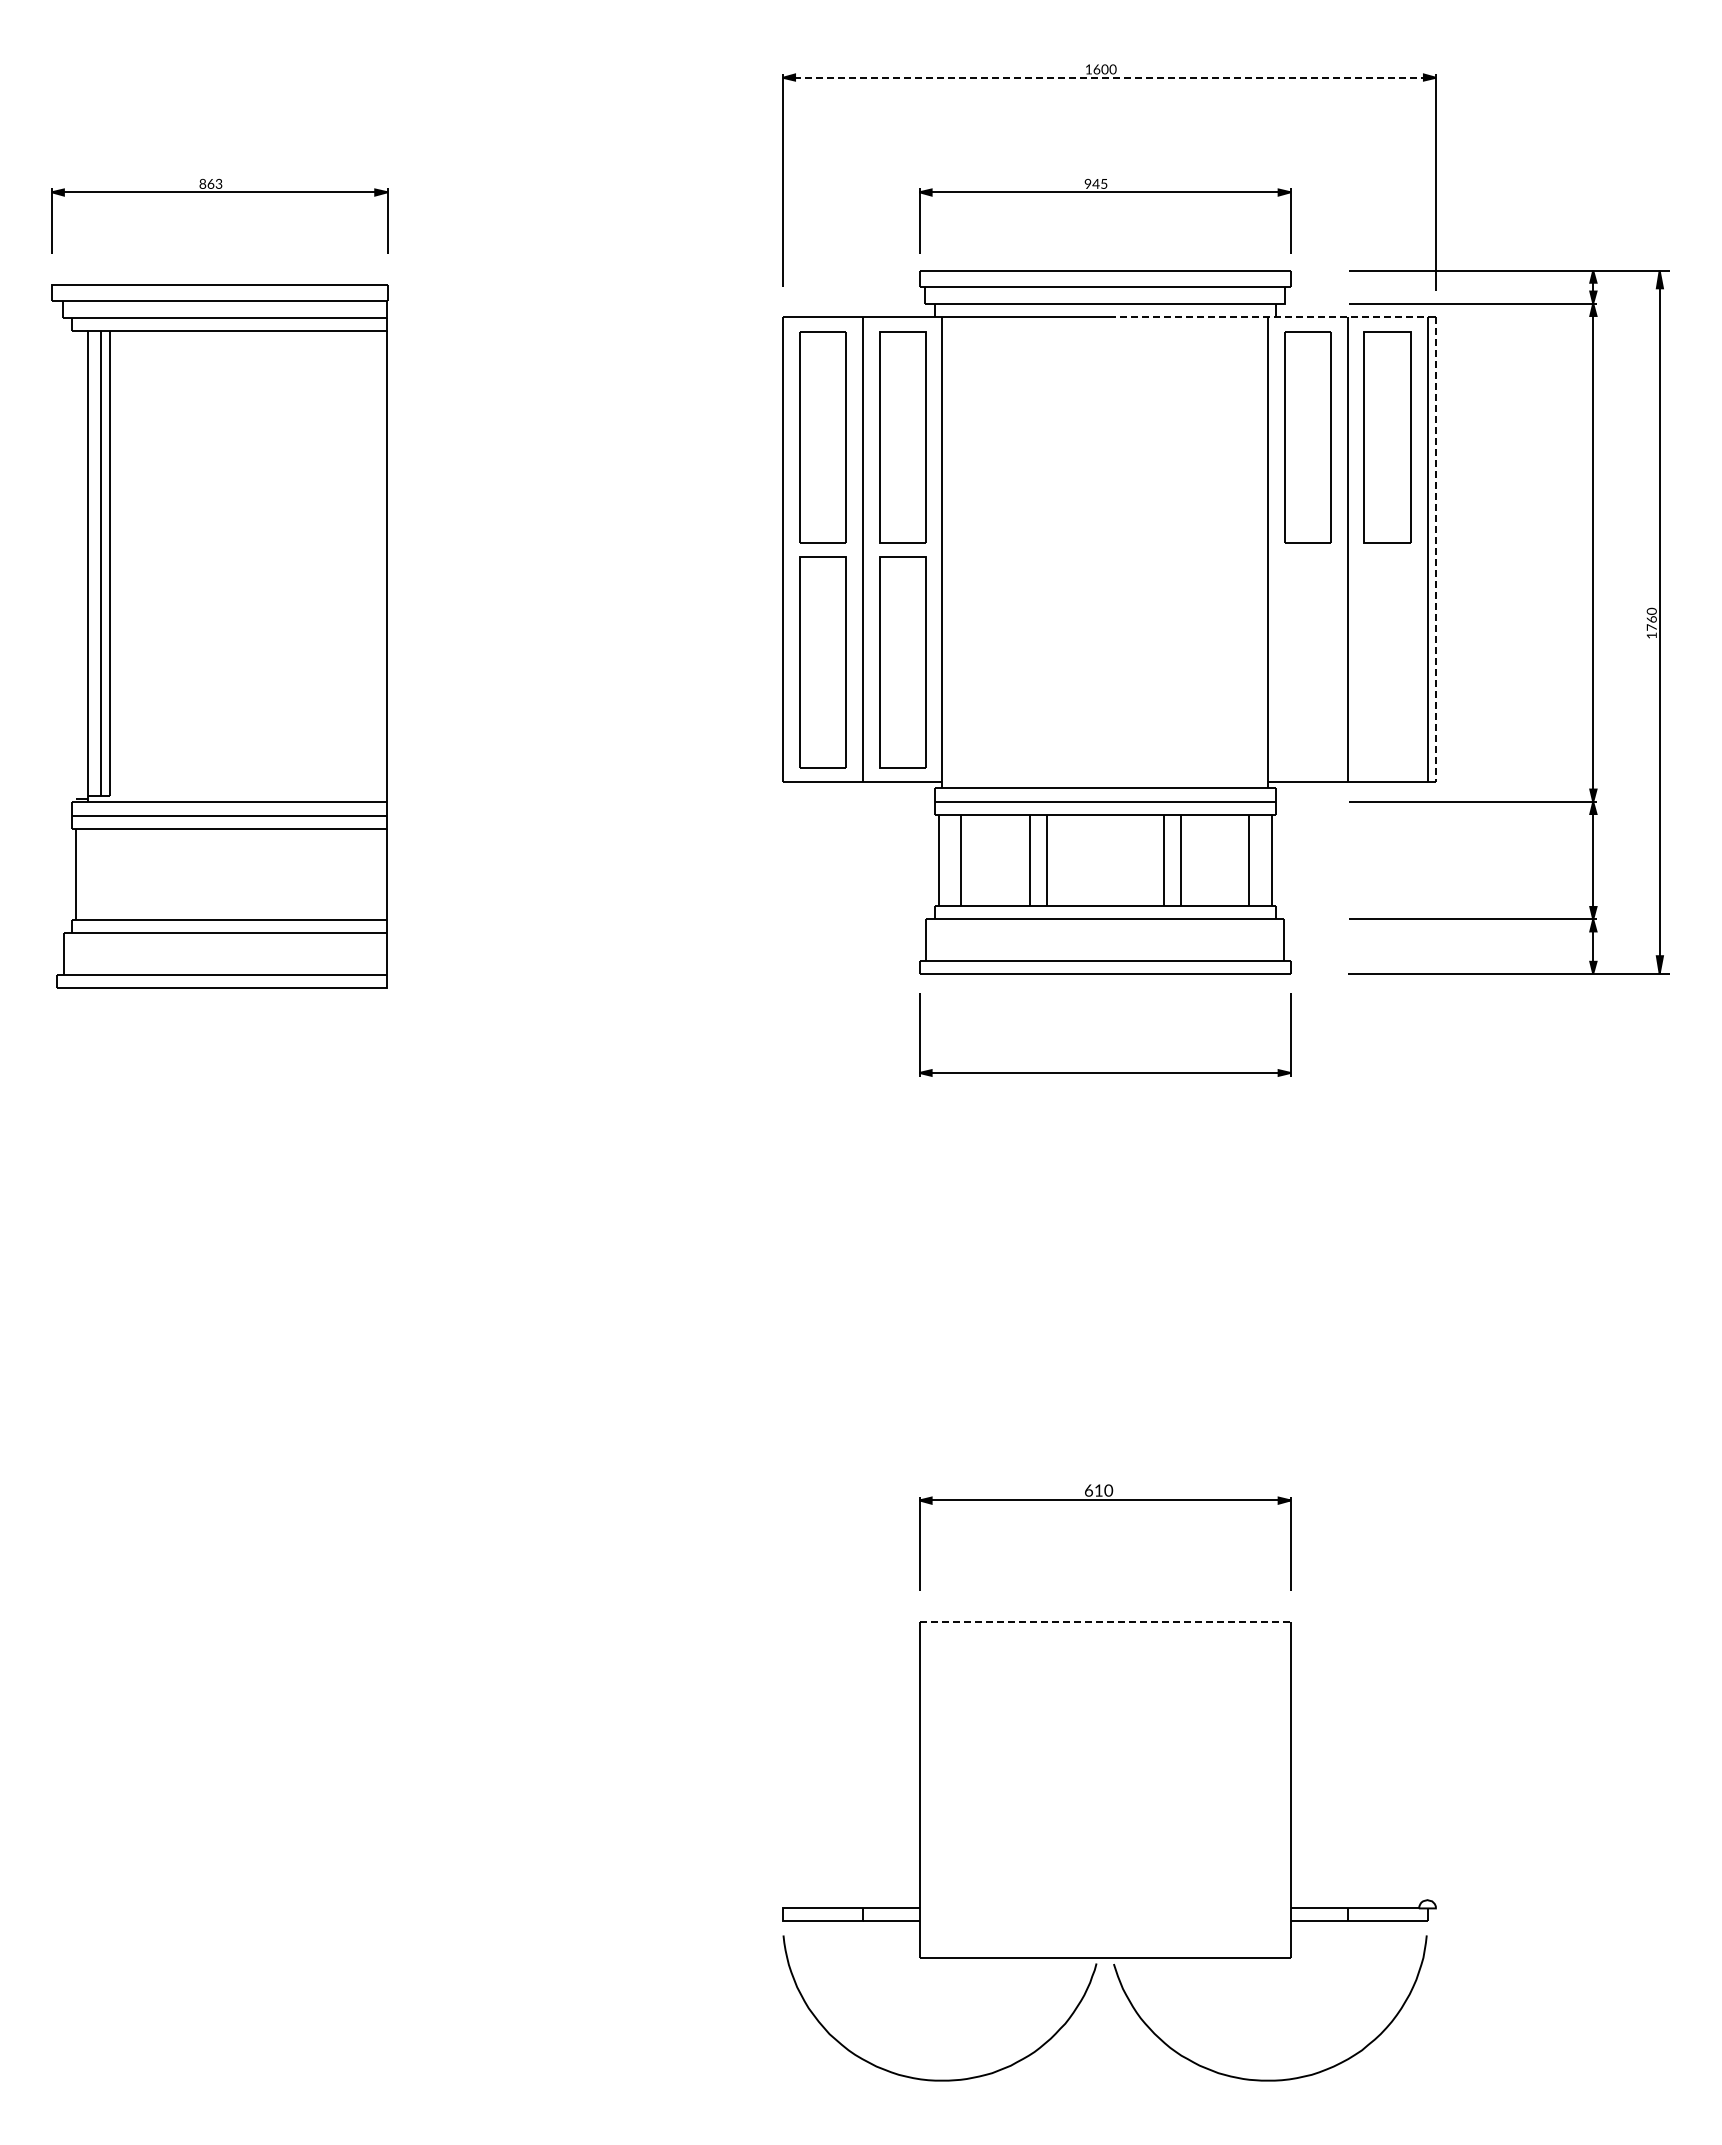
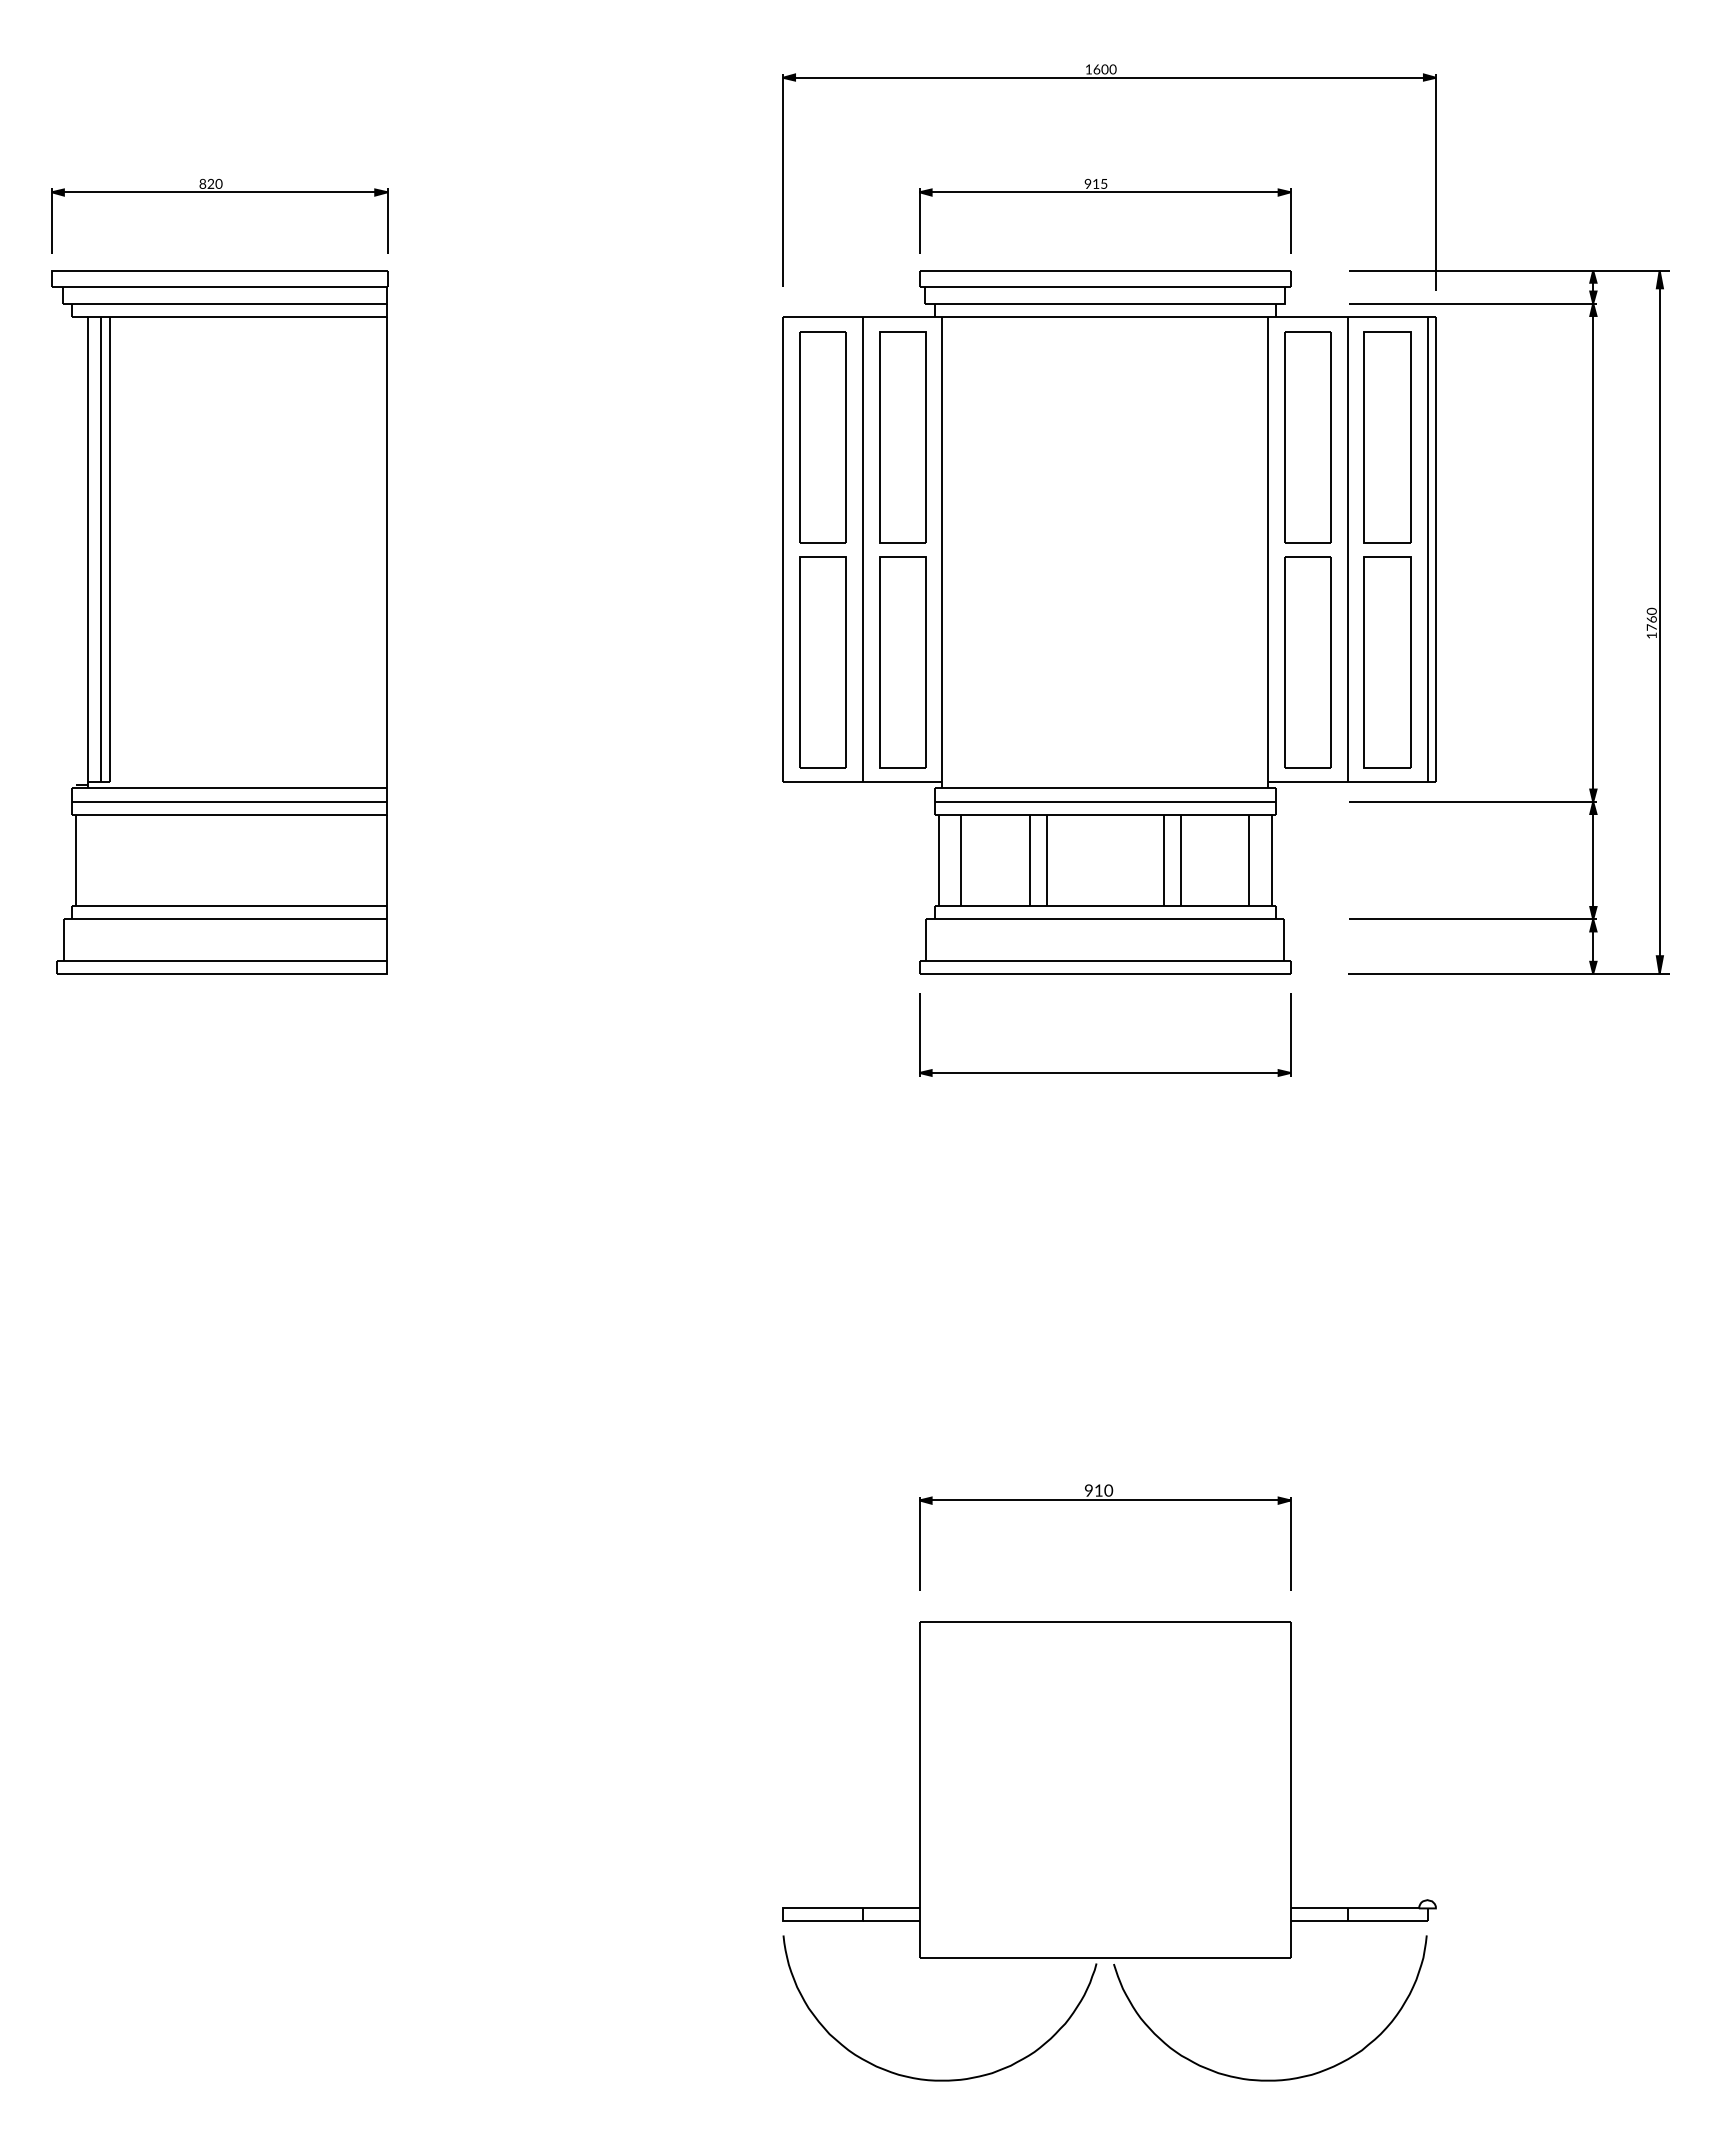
line at (1109, 77): dashed -> solid
text at (214, 183): 863 -> 820
text at (1095, 183): 945 -> 915
line at (1268, 317): dashed -> solid
line at (1435, 549): dashed -> solid
part at (219, 636) position: (219, 636) -> (219, 622)
part at (1307, 662): none -> present
part at (1387, 662): none -> present
text at (1088, 1490): 610 -> 910
line at (1105, 1622): dashed -> solid
